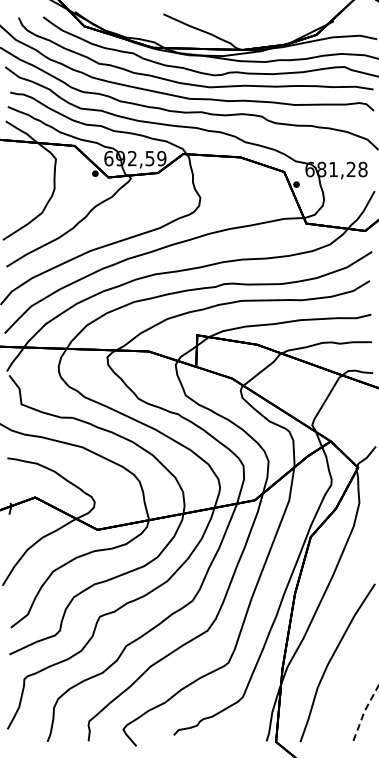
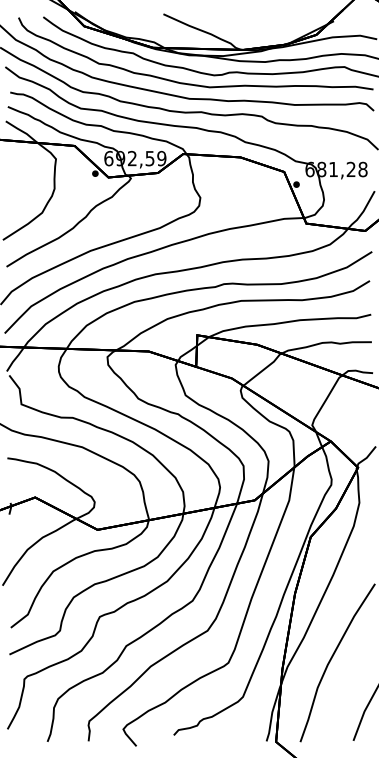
line at (364, 711): dashed -> solid
